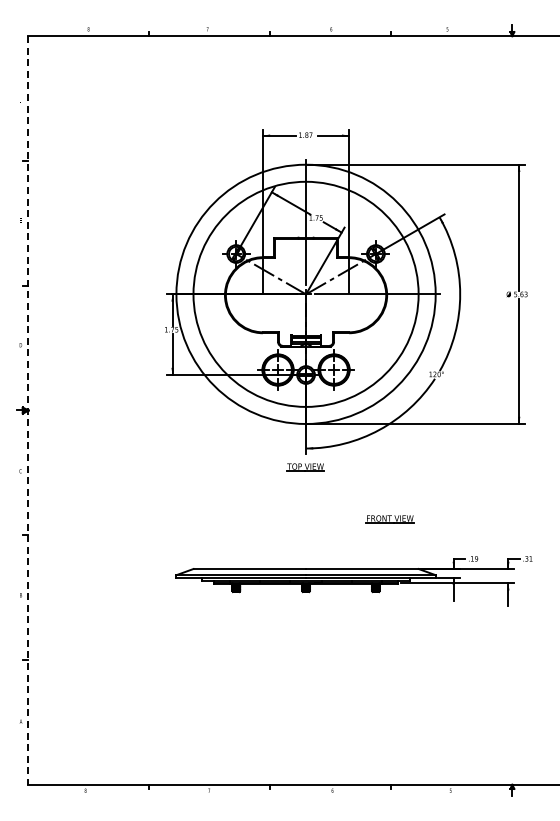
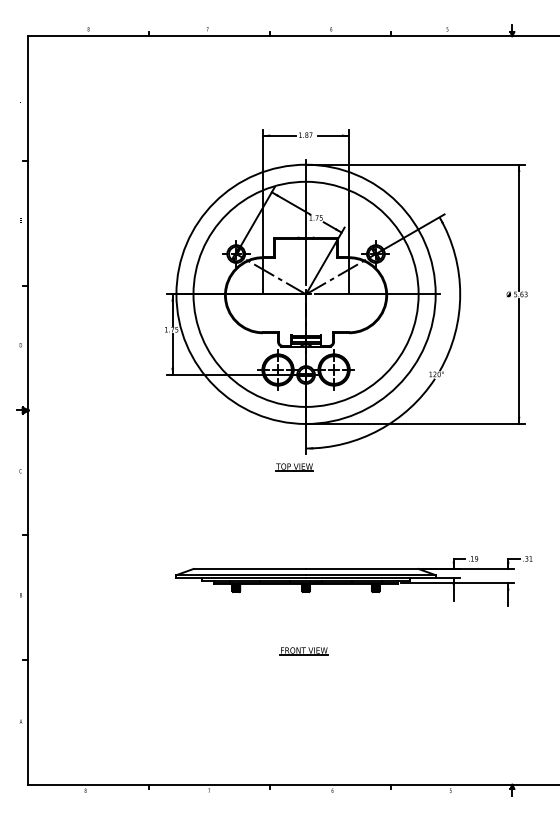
line at (28, 411): dashed -> solid
part at (305, 467) position: (305, 467) -> (294, 467)
part at (389, 519) position: (389, 519) -> (303, 651)
